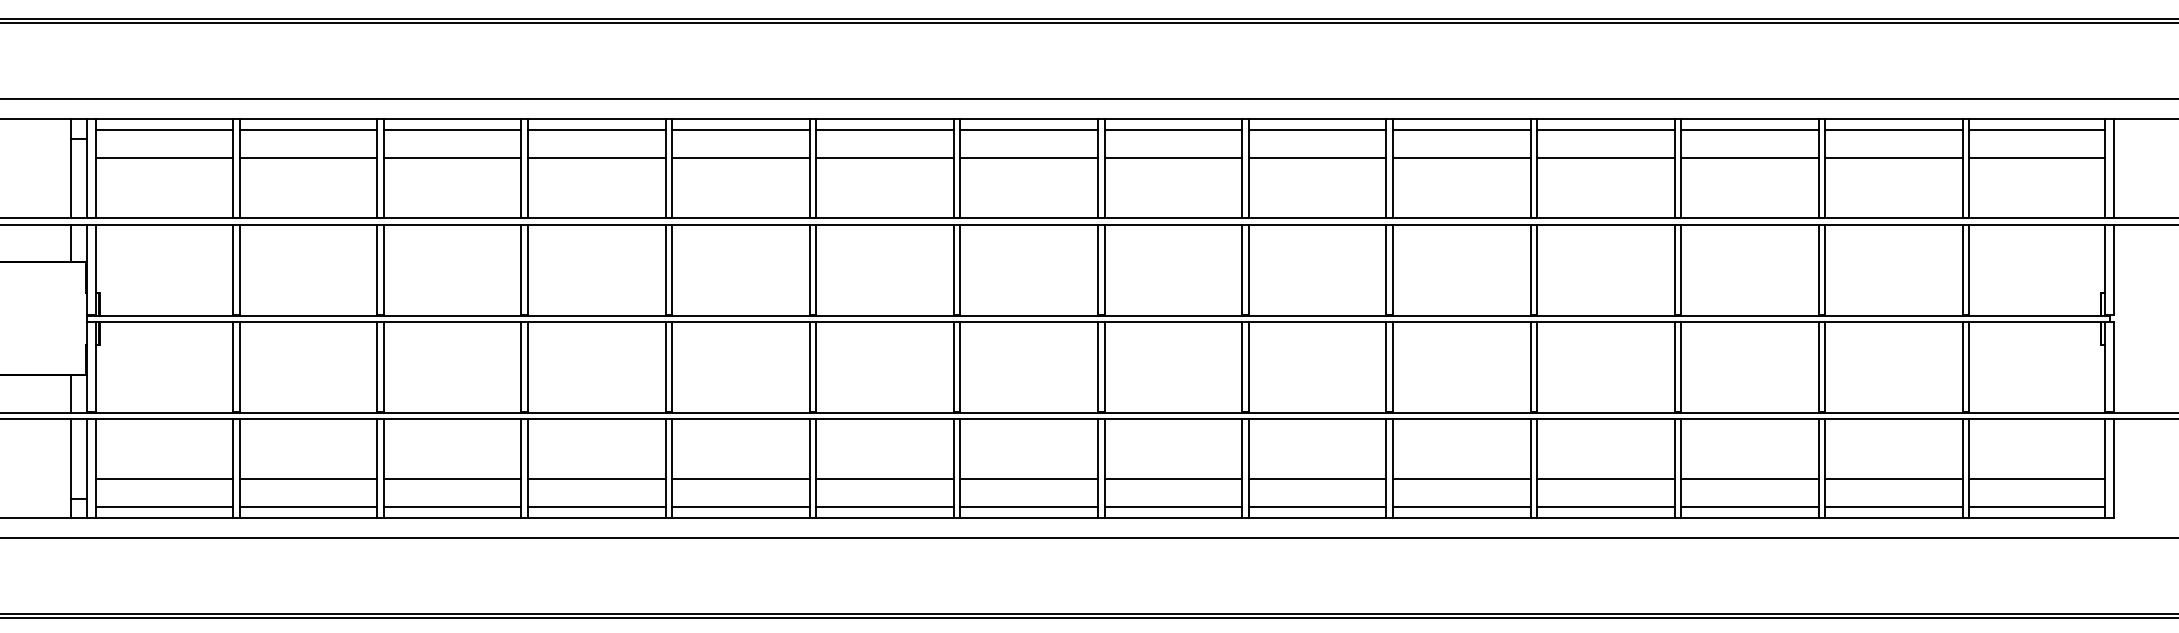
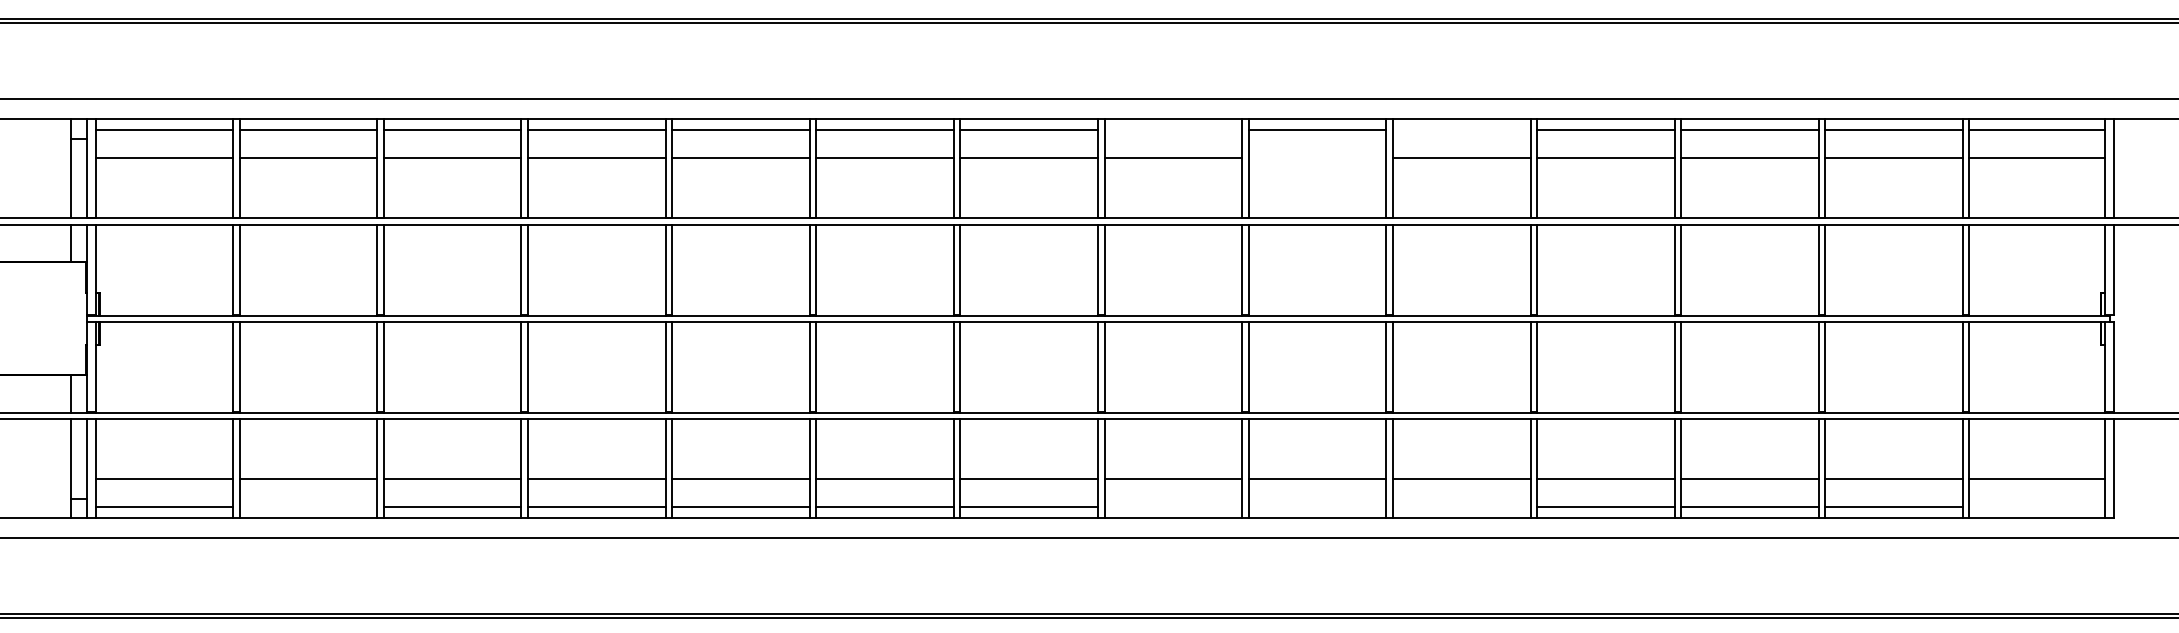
line at (1173, 130): present -> none
line at (1461, 130): present -> none
line at (1317, 158): present -> none
line at (308, 507): present -> none
line at (1173, 507): present -> none
line at (1317, 507): present -> none
line at (1461, 507): present -> none
line at (2036, 507): present -> none
